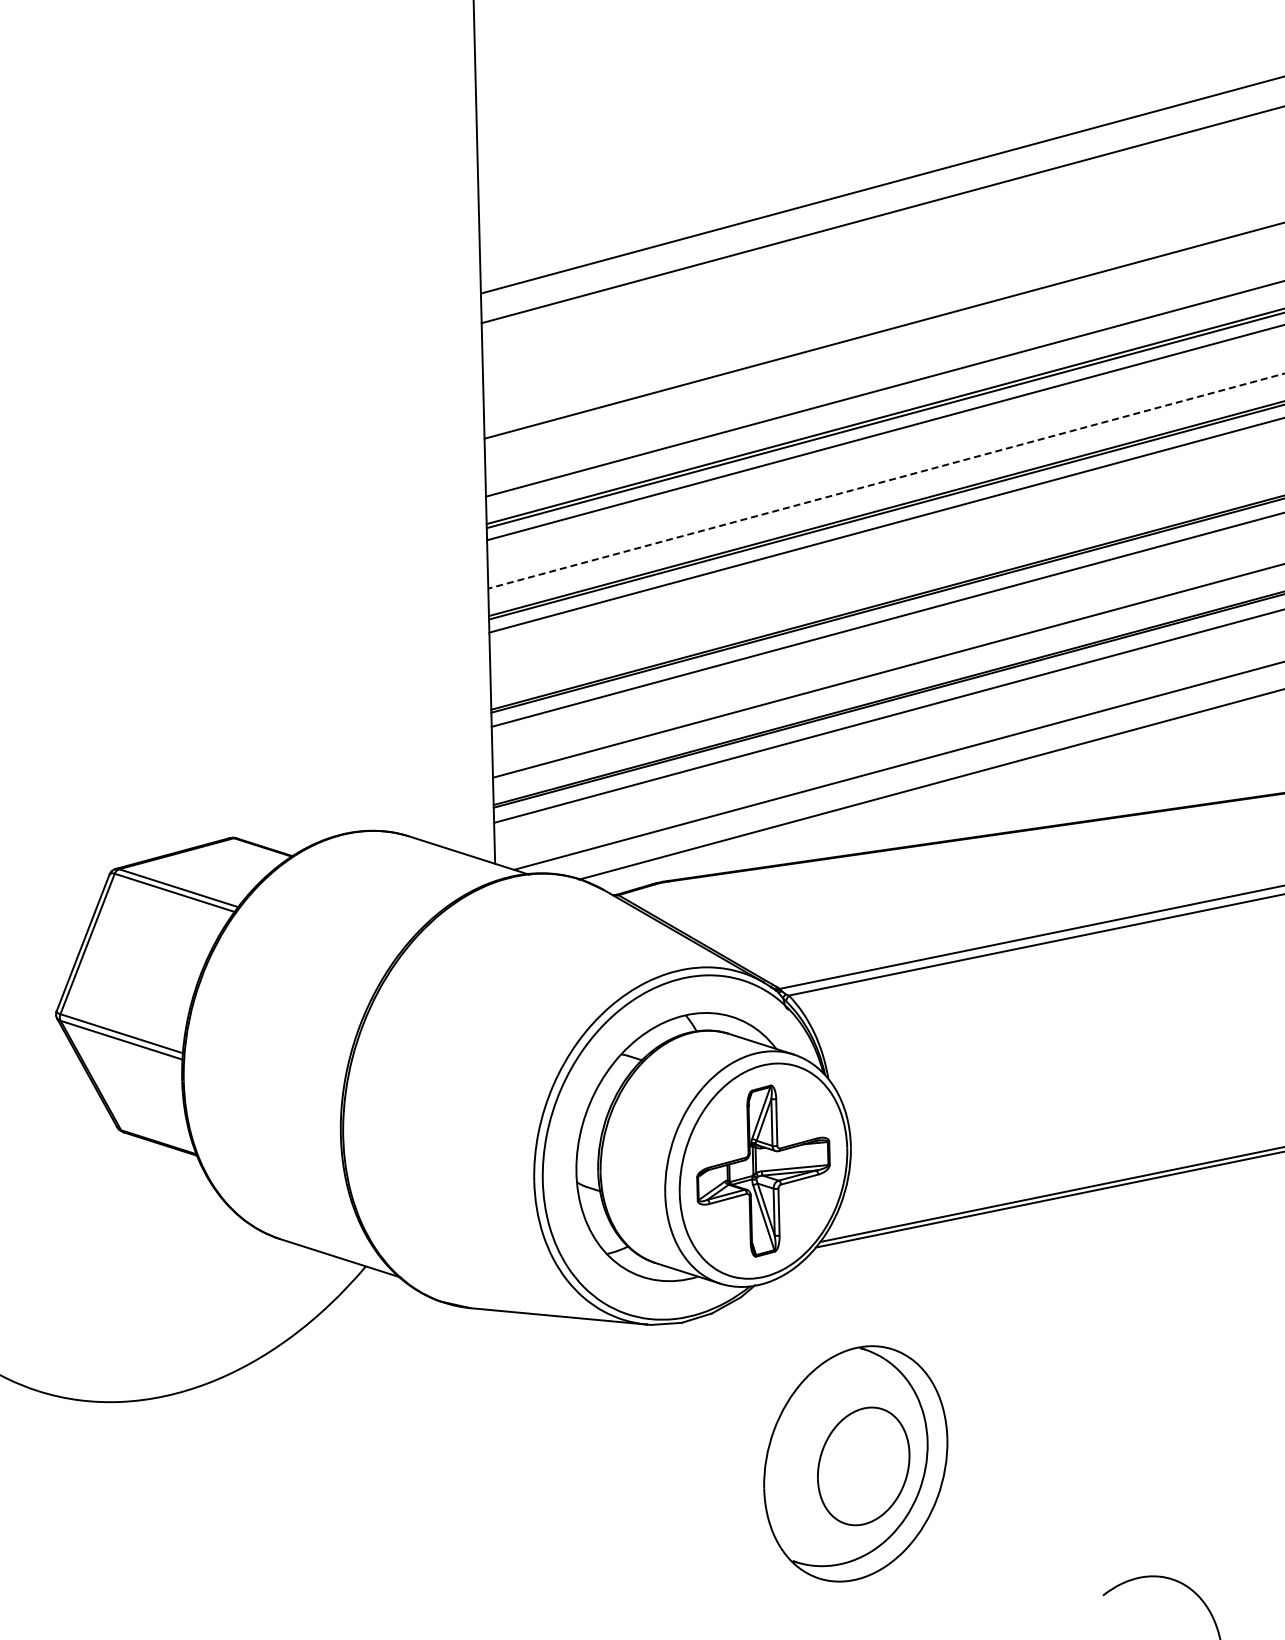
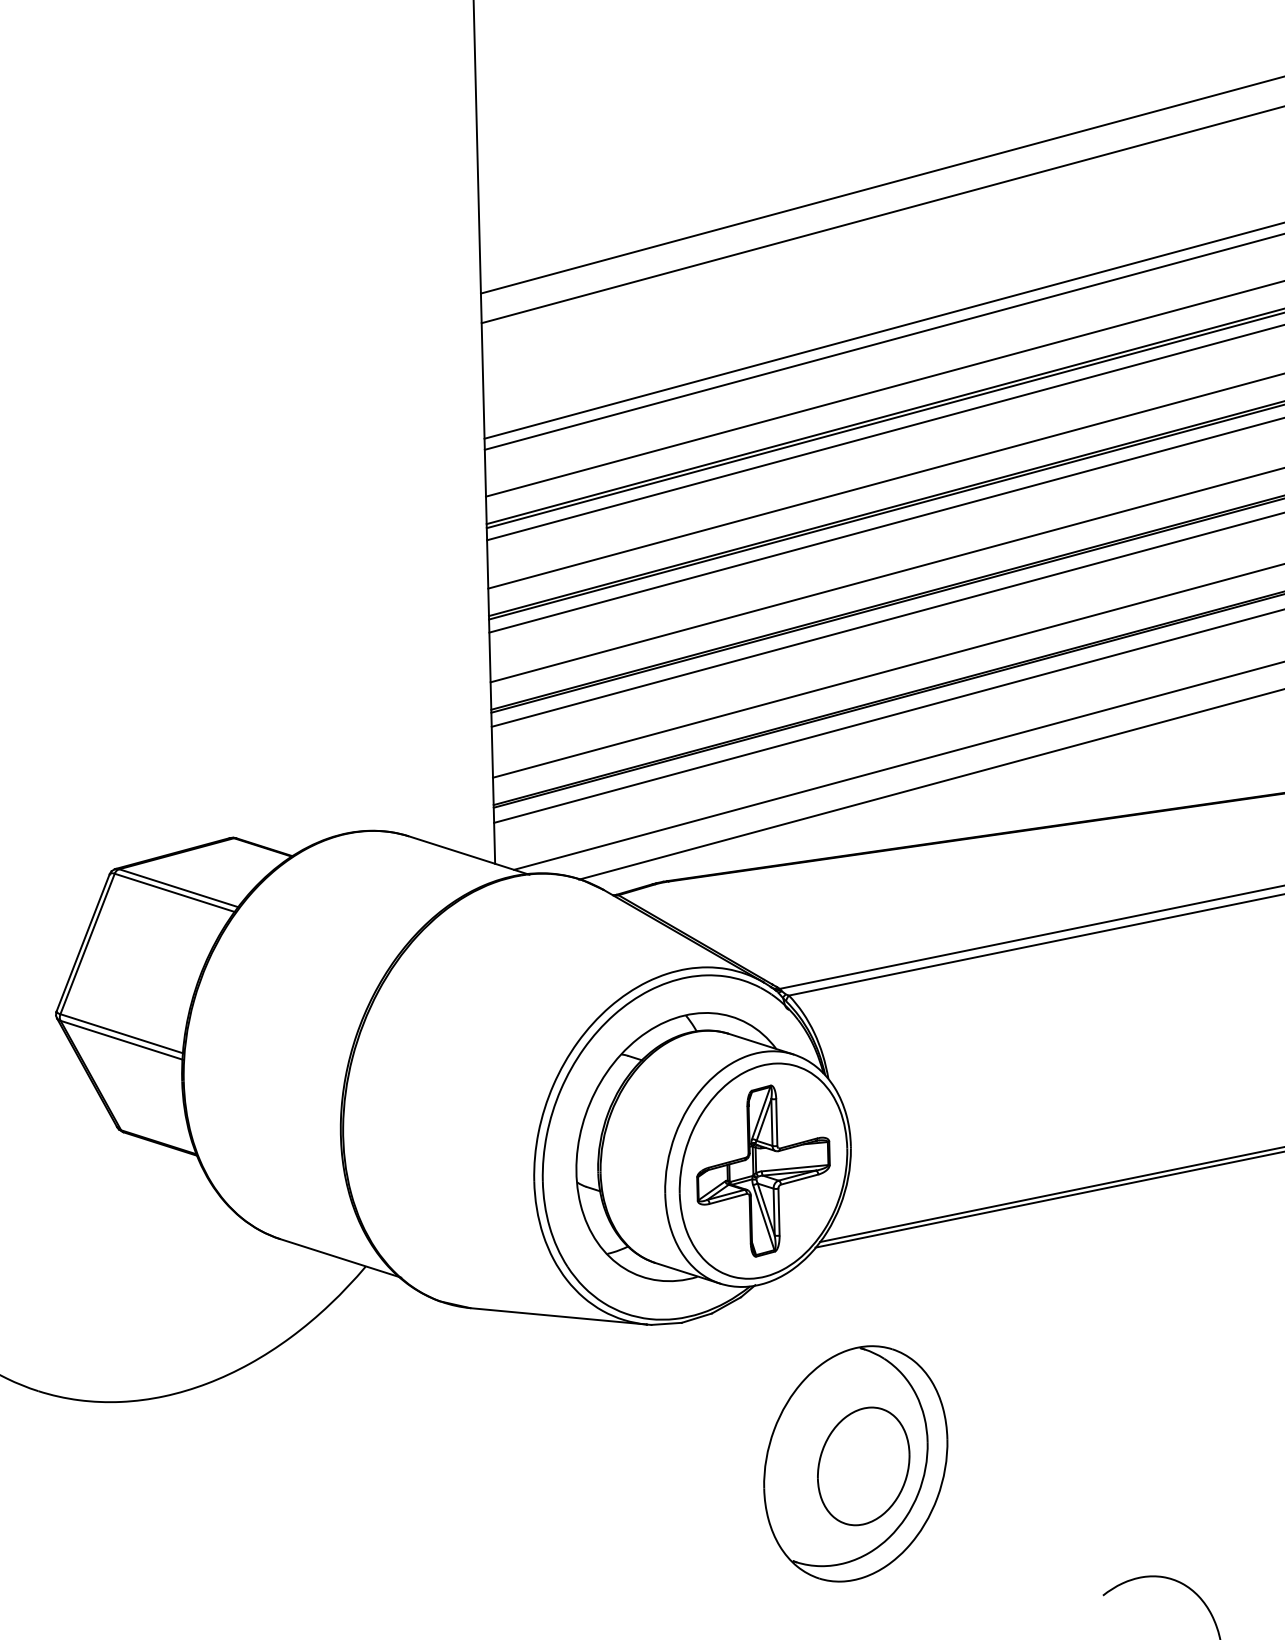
line at (882, 341): none -> present
line at (885, 481): dashed -> solid
line at (885, 575): none -> present
